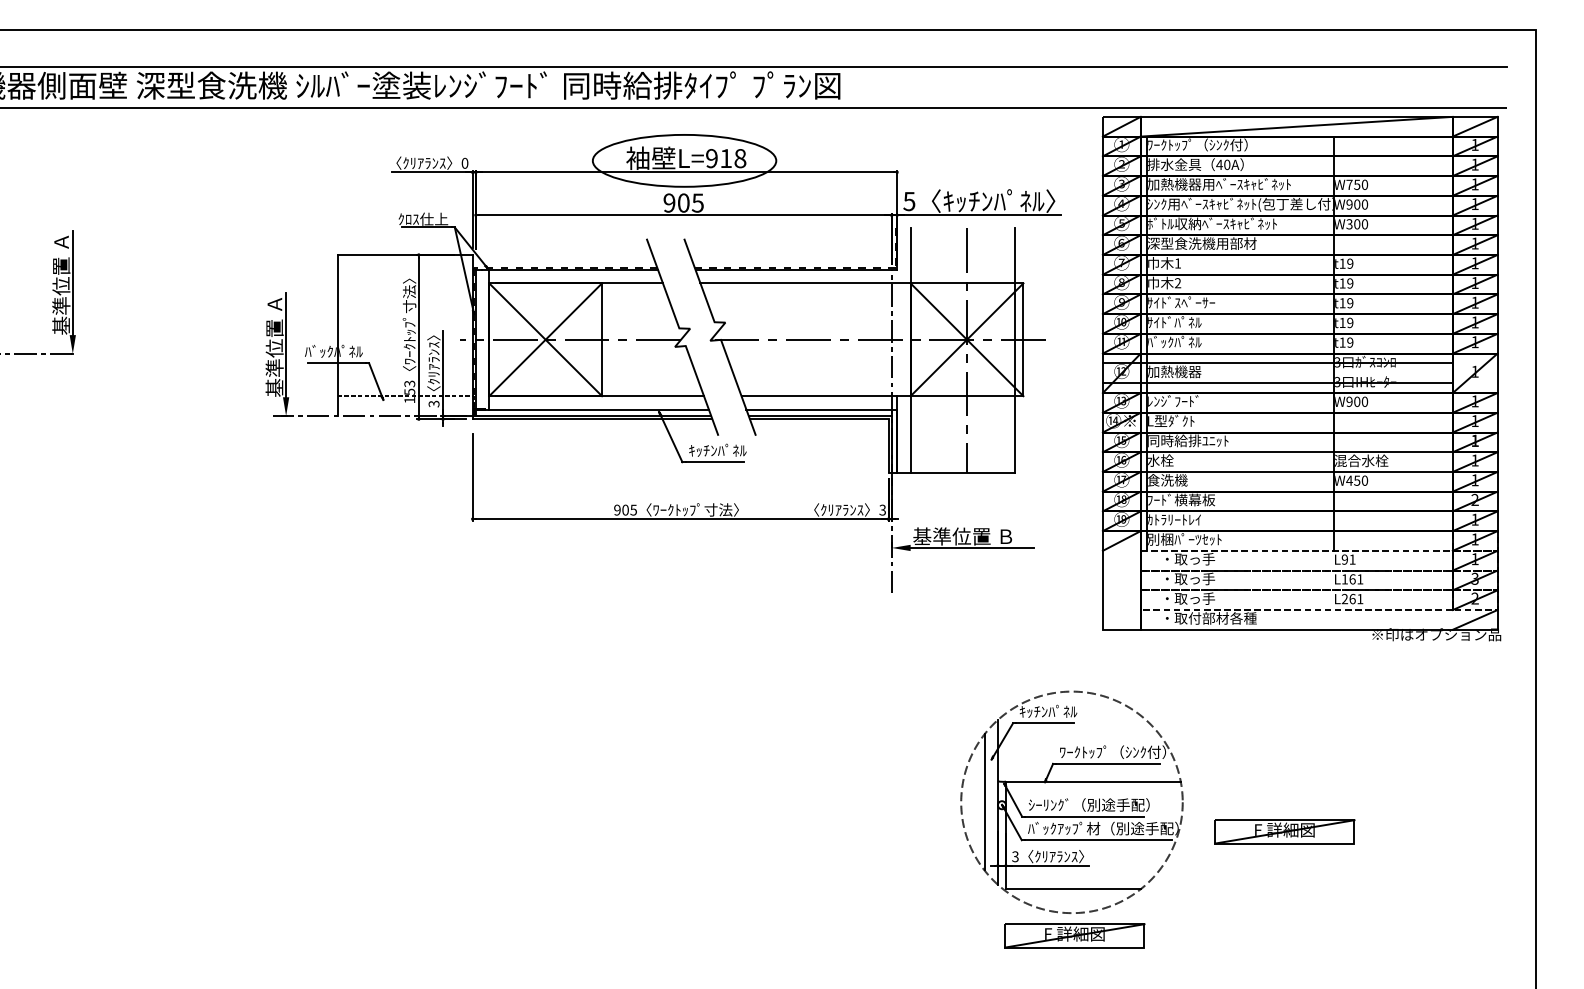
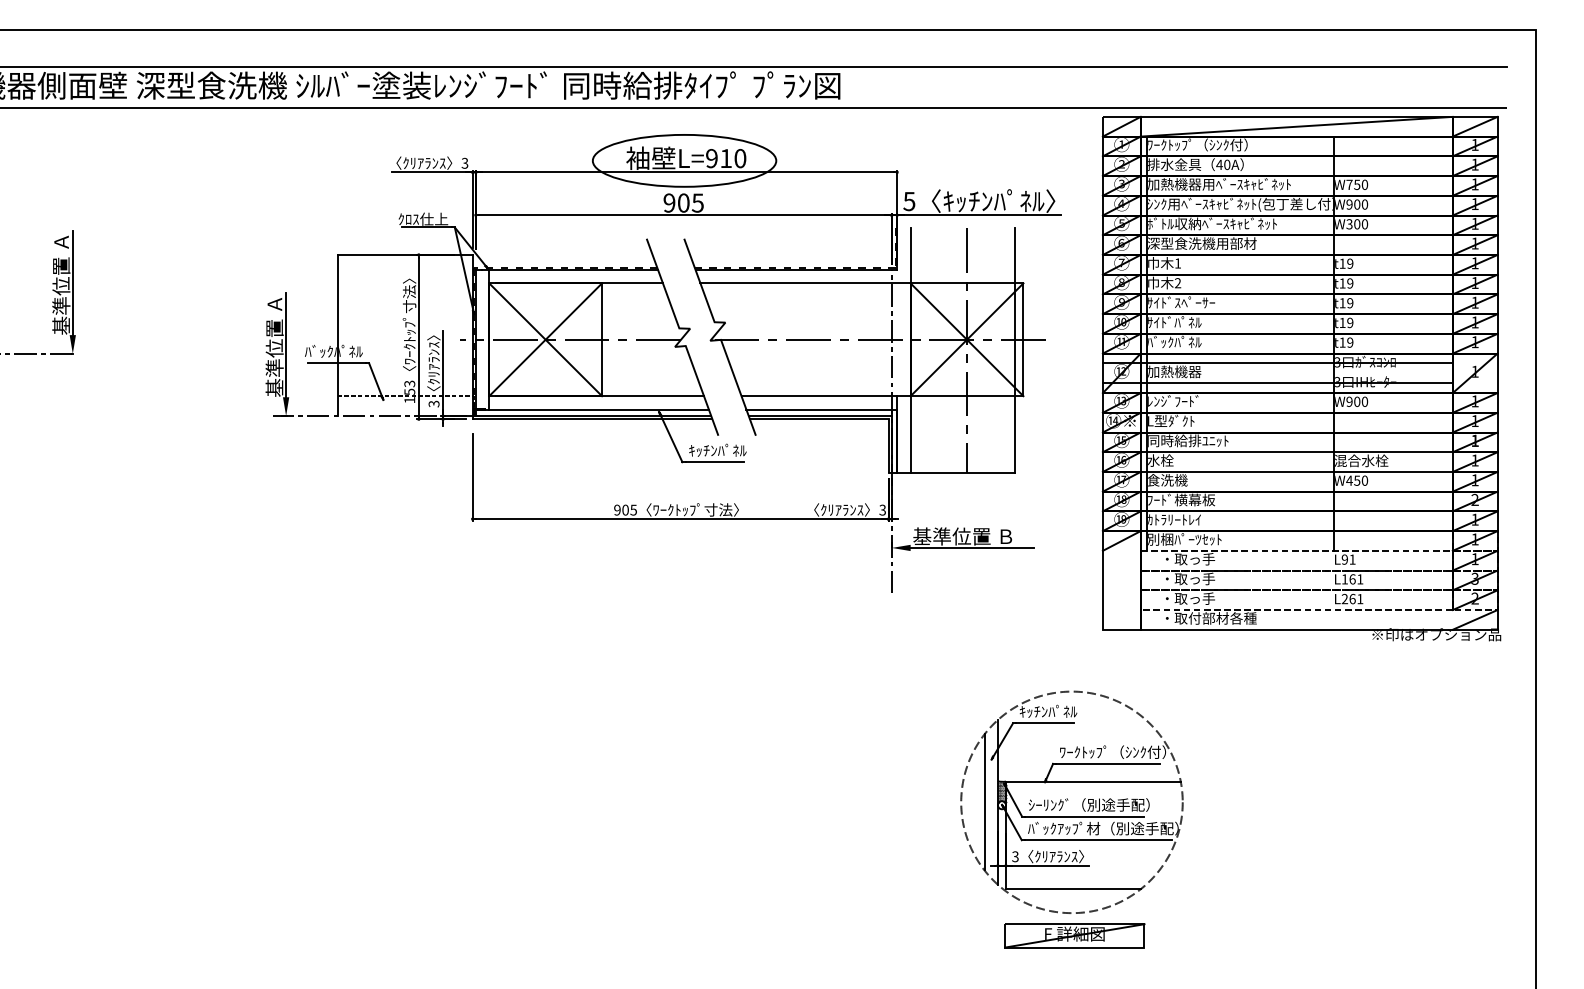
text at (740, 158): L=918 -> L=910
text at (464, 163): 0 -> 3
hatch at (1001, 793): none -> present
part at (1284, 831): present -> none
